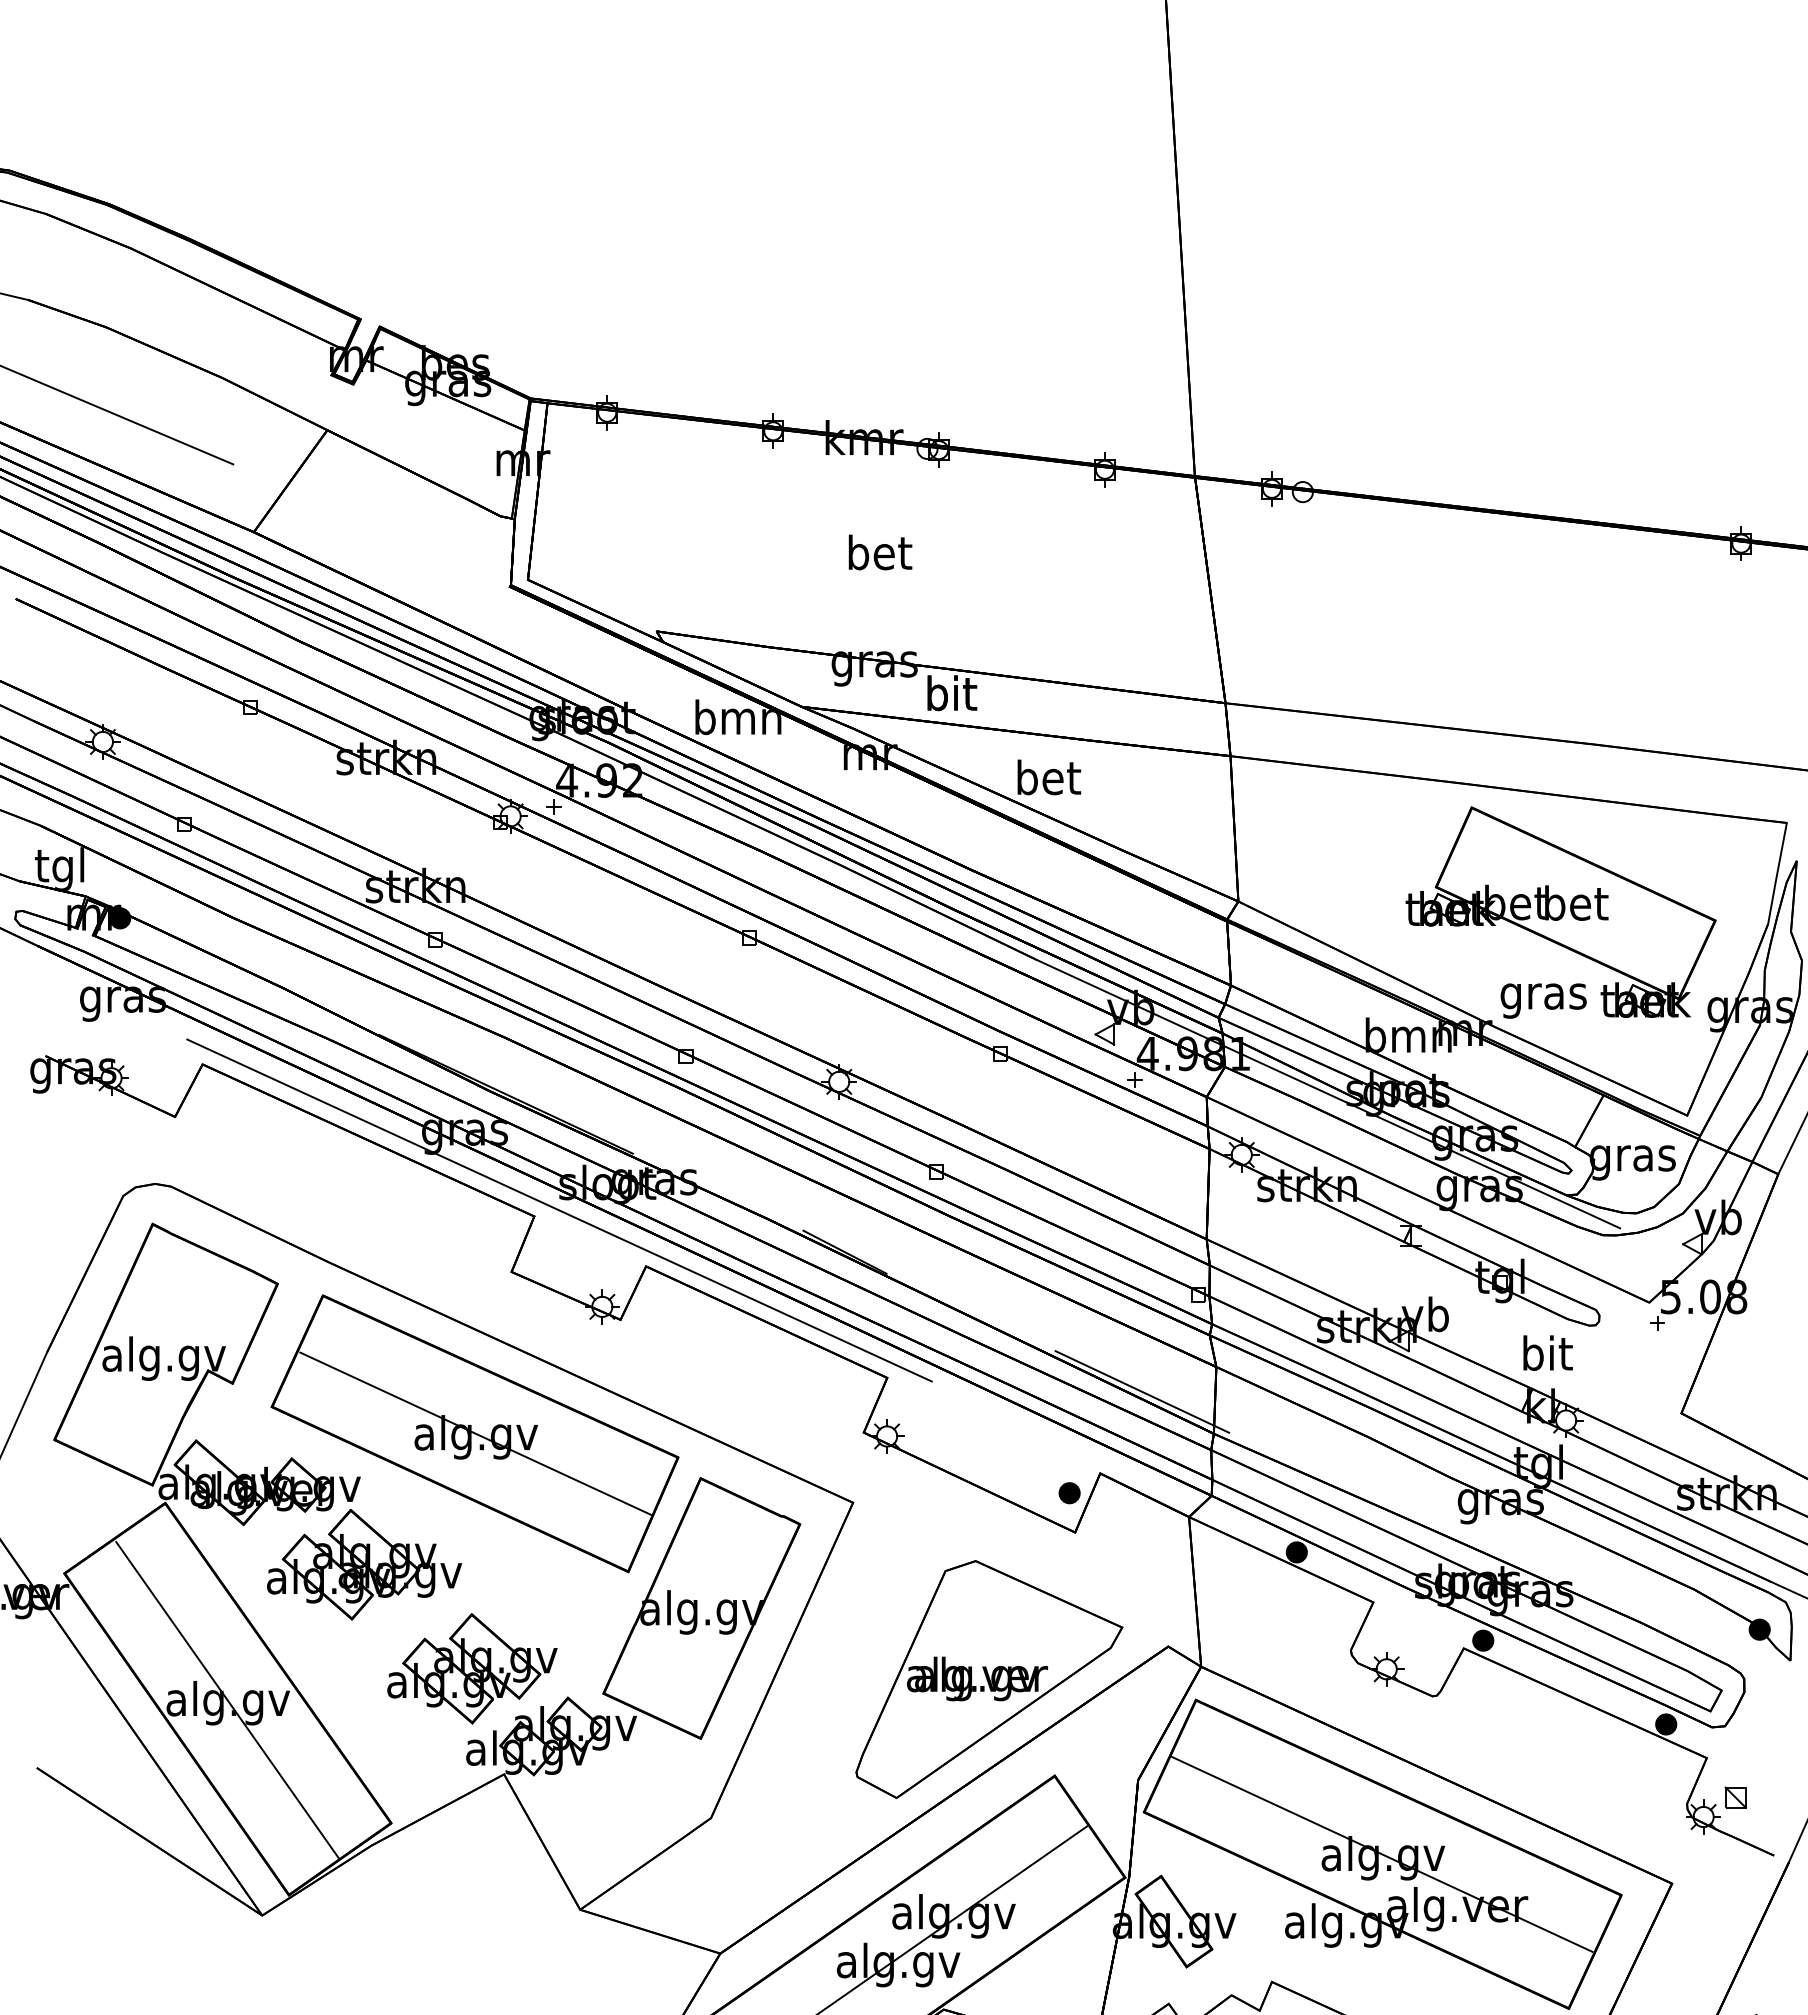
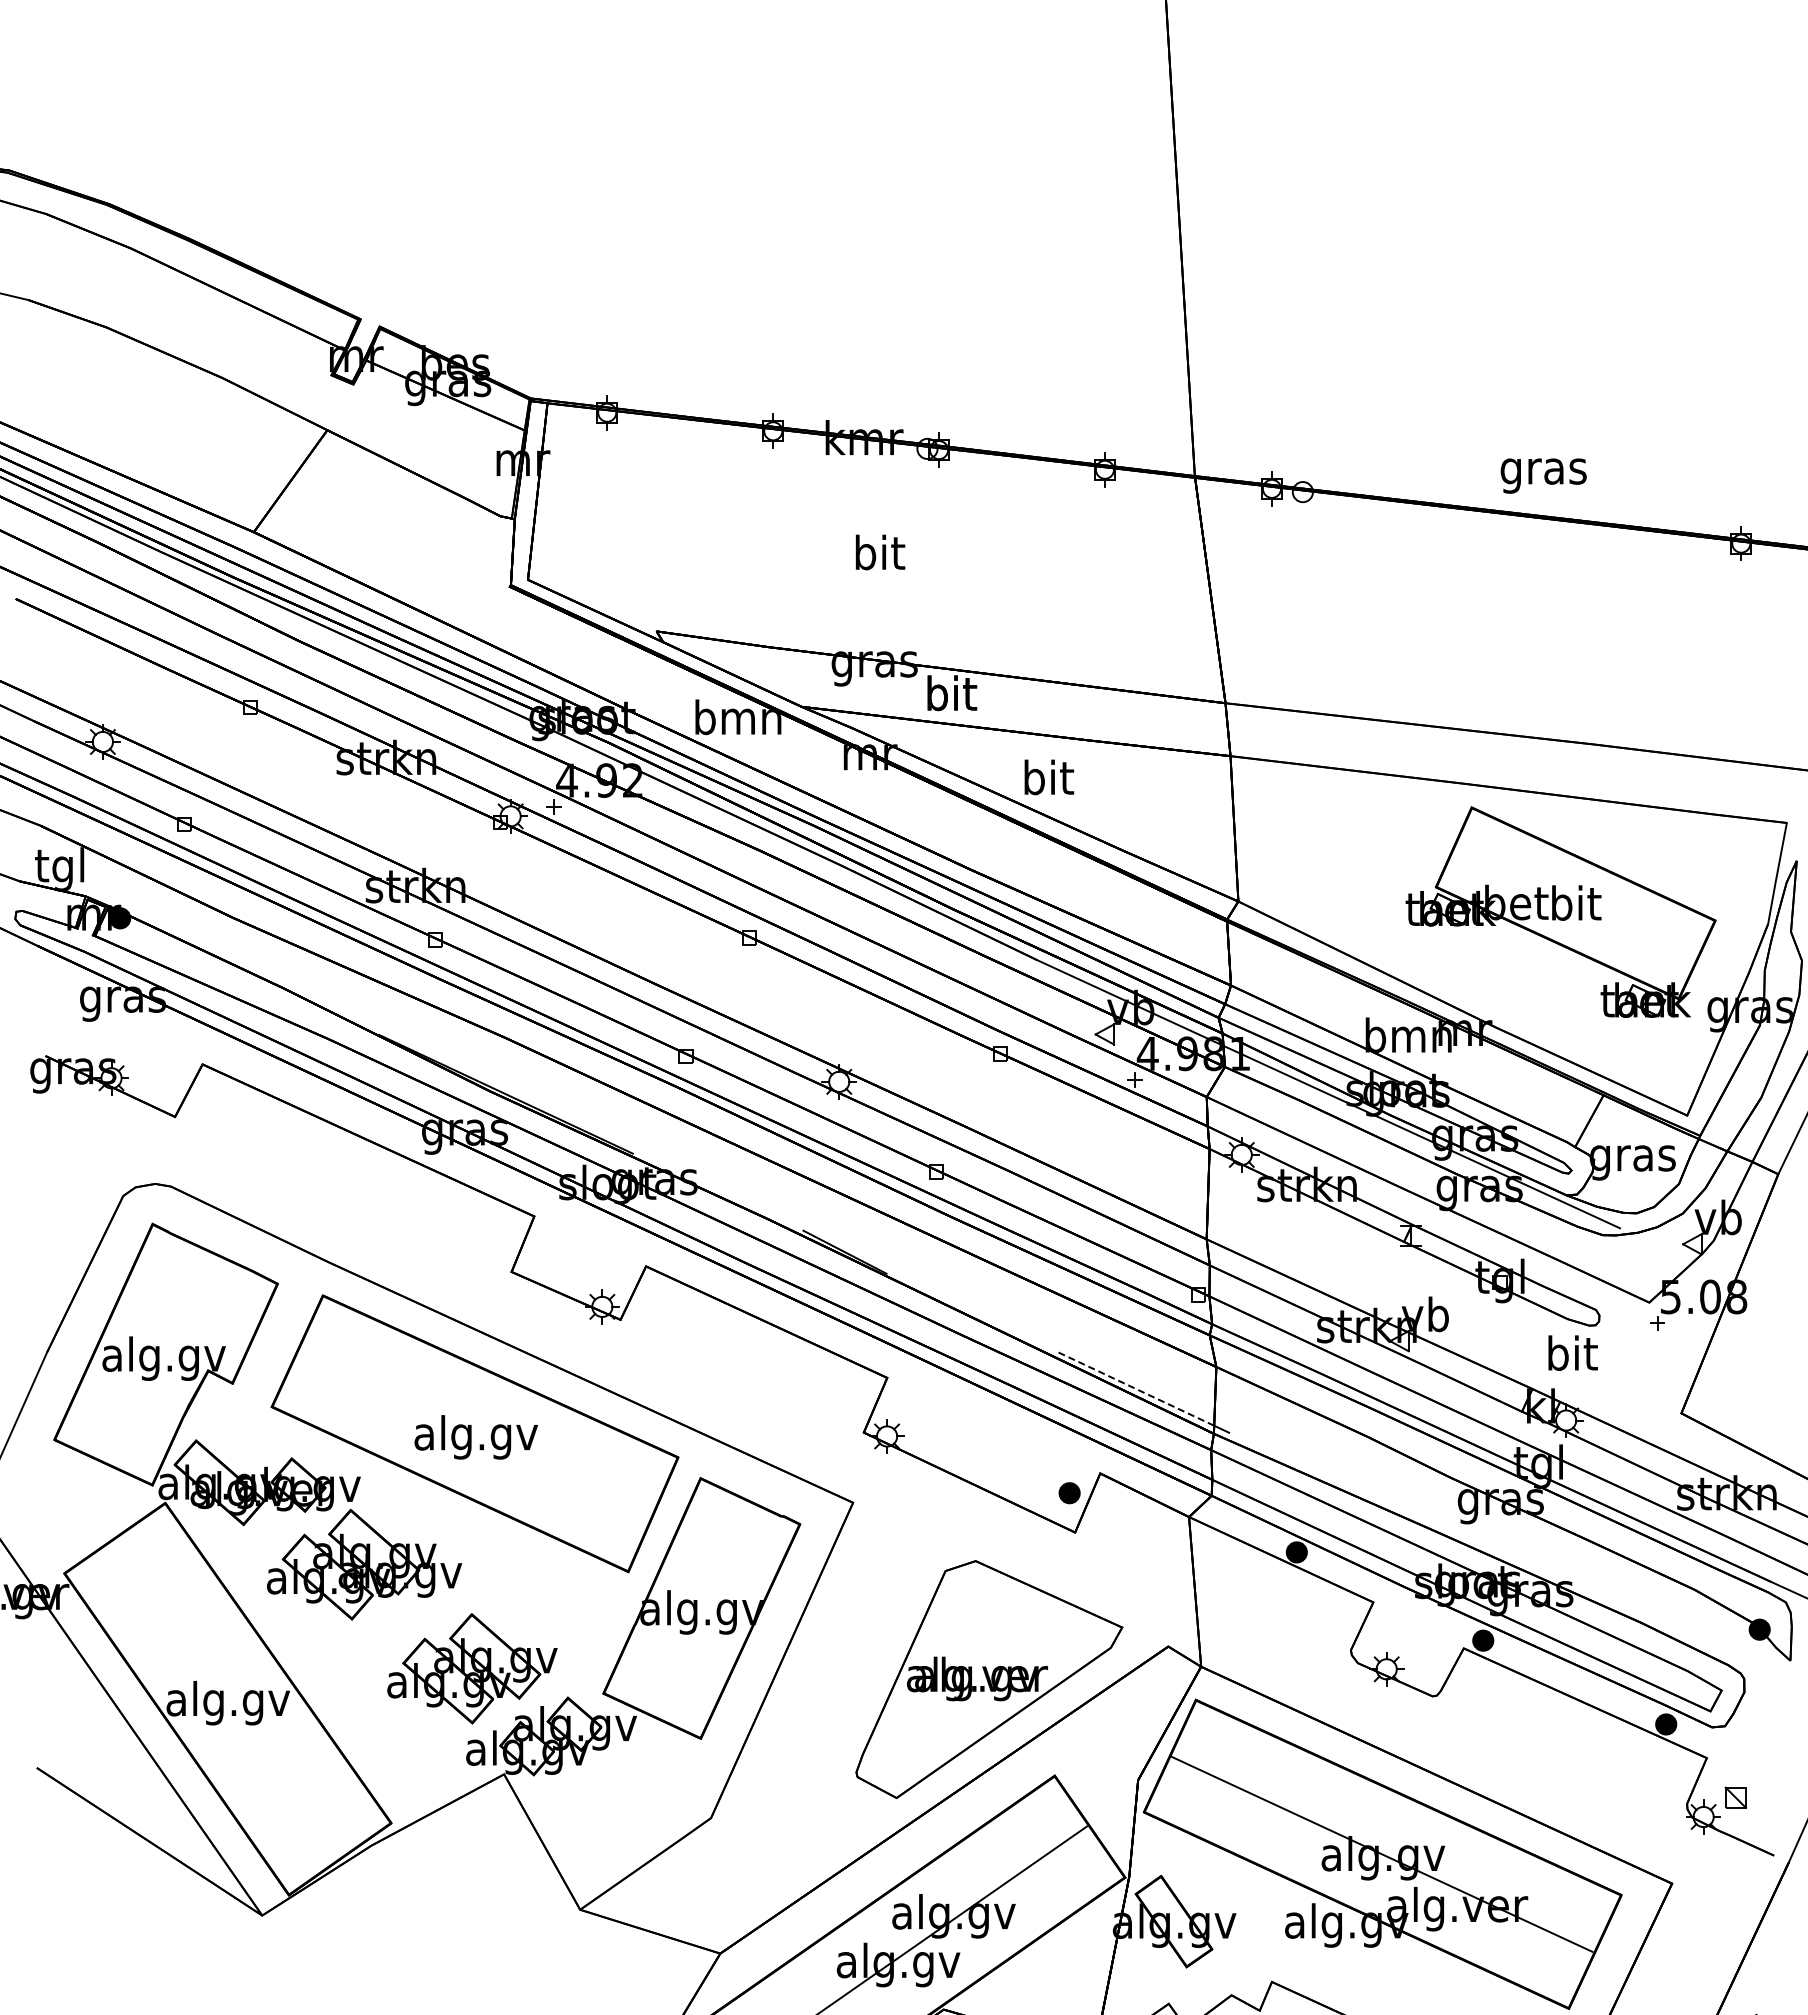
line at (117, 415): present -> none
text at (880, 552): bet -> bit
text at (1049, 777): bet -> bit
text at (1576, 902): bet -> bit
text at (1543, 1000) position: (1543, 1000) -> (1543, 475)
line at (559, 1210): present -> none
text at (1547, 1352) position: (1547, 1352) -> (1572, 1352)
line at (1134, 1388): solid -> dashed
line at (475, 1433): present -> none
line at (227, 1700): present -> none
